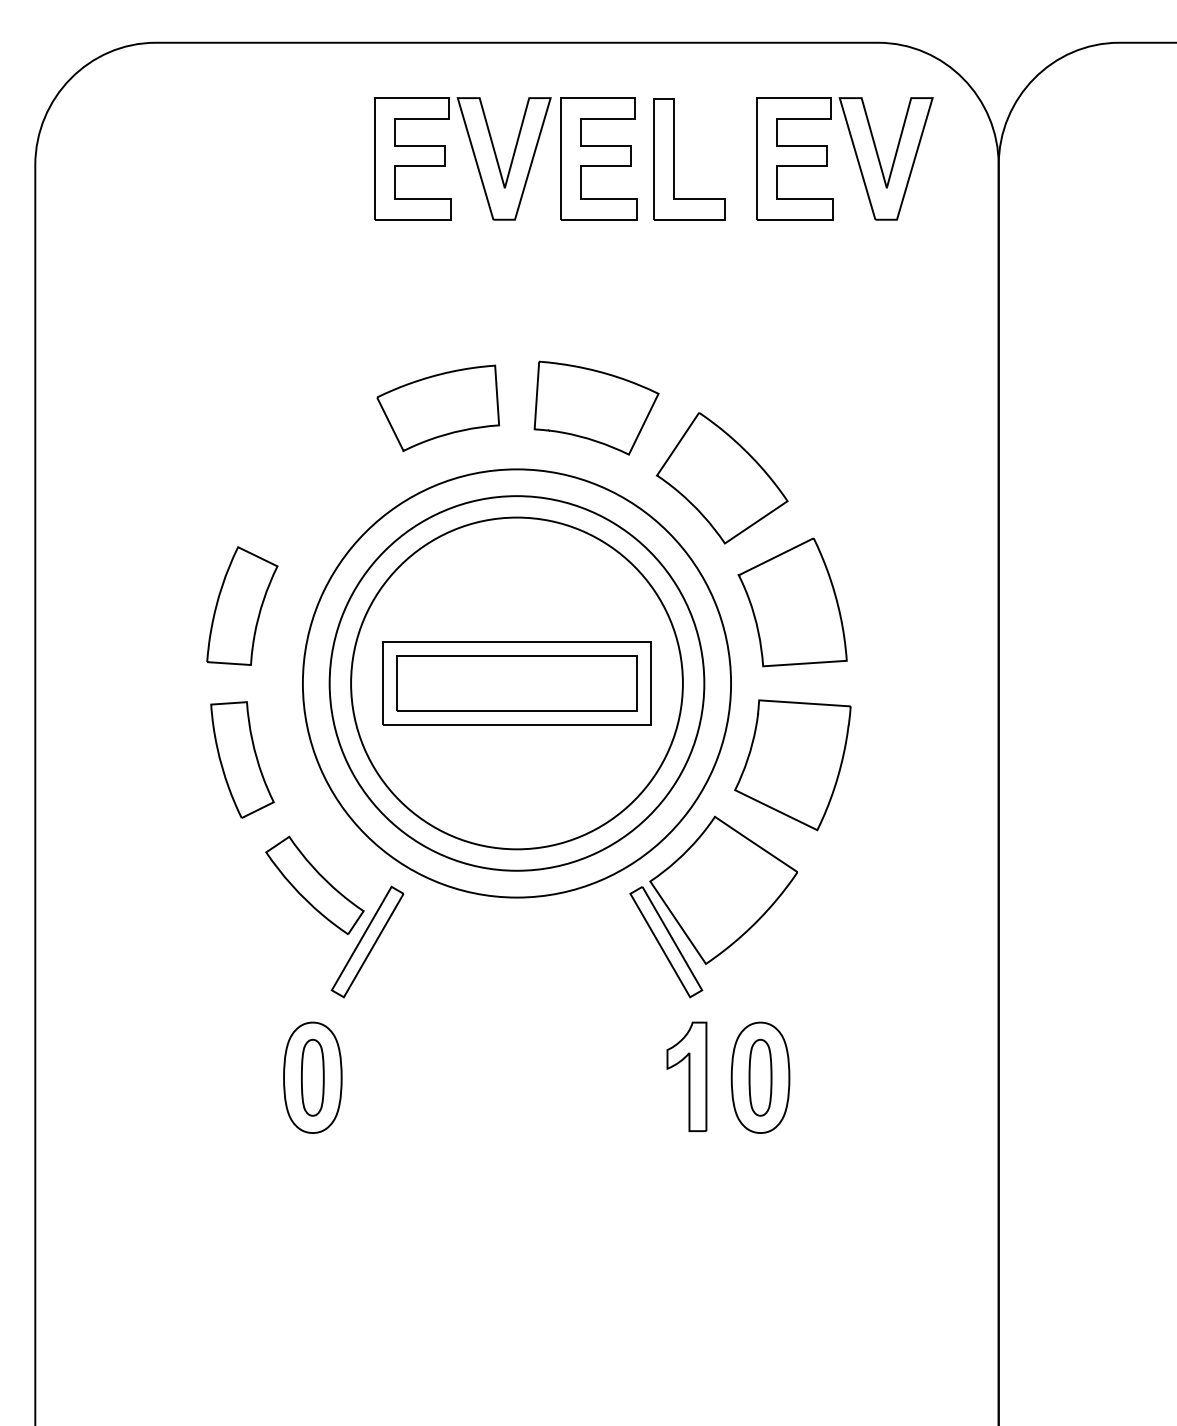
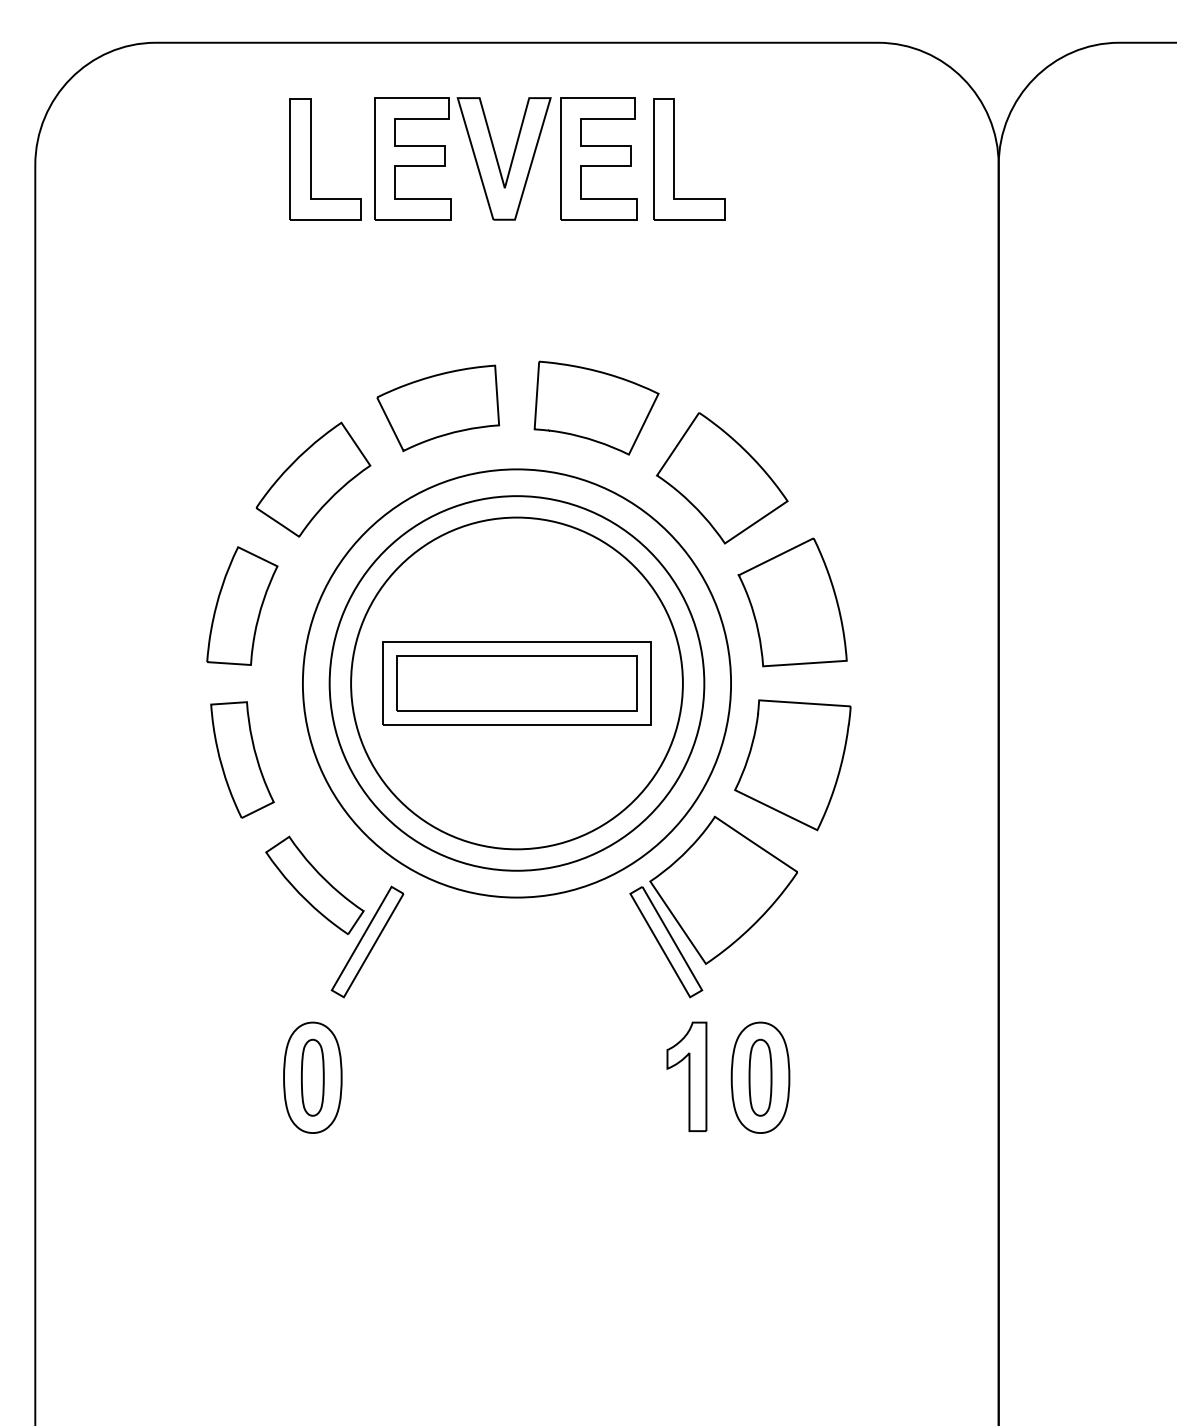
part at (855, 155): present -> none
part at (311, 159): none -> present
part at (313, 479): none -> present
